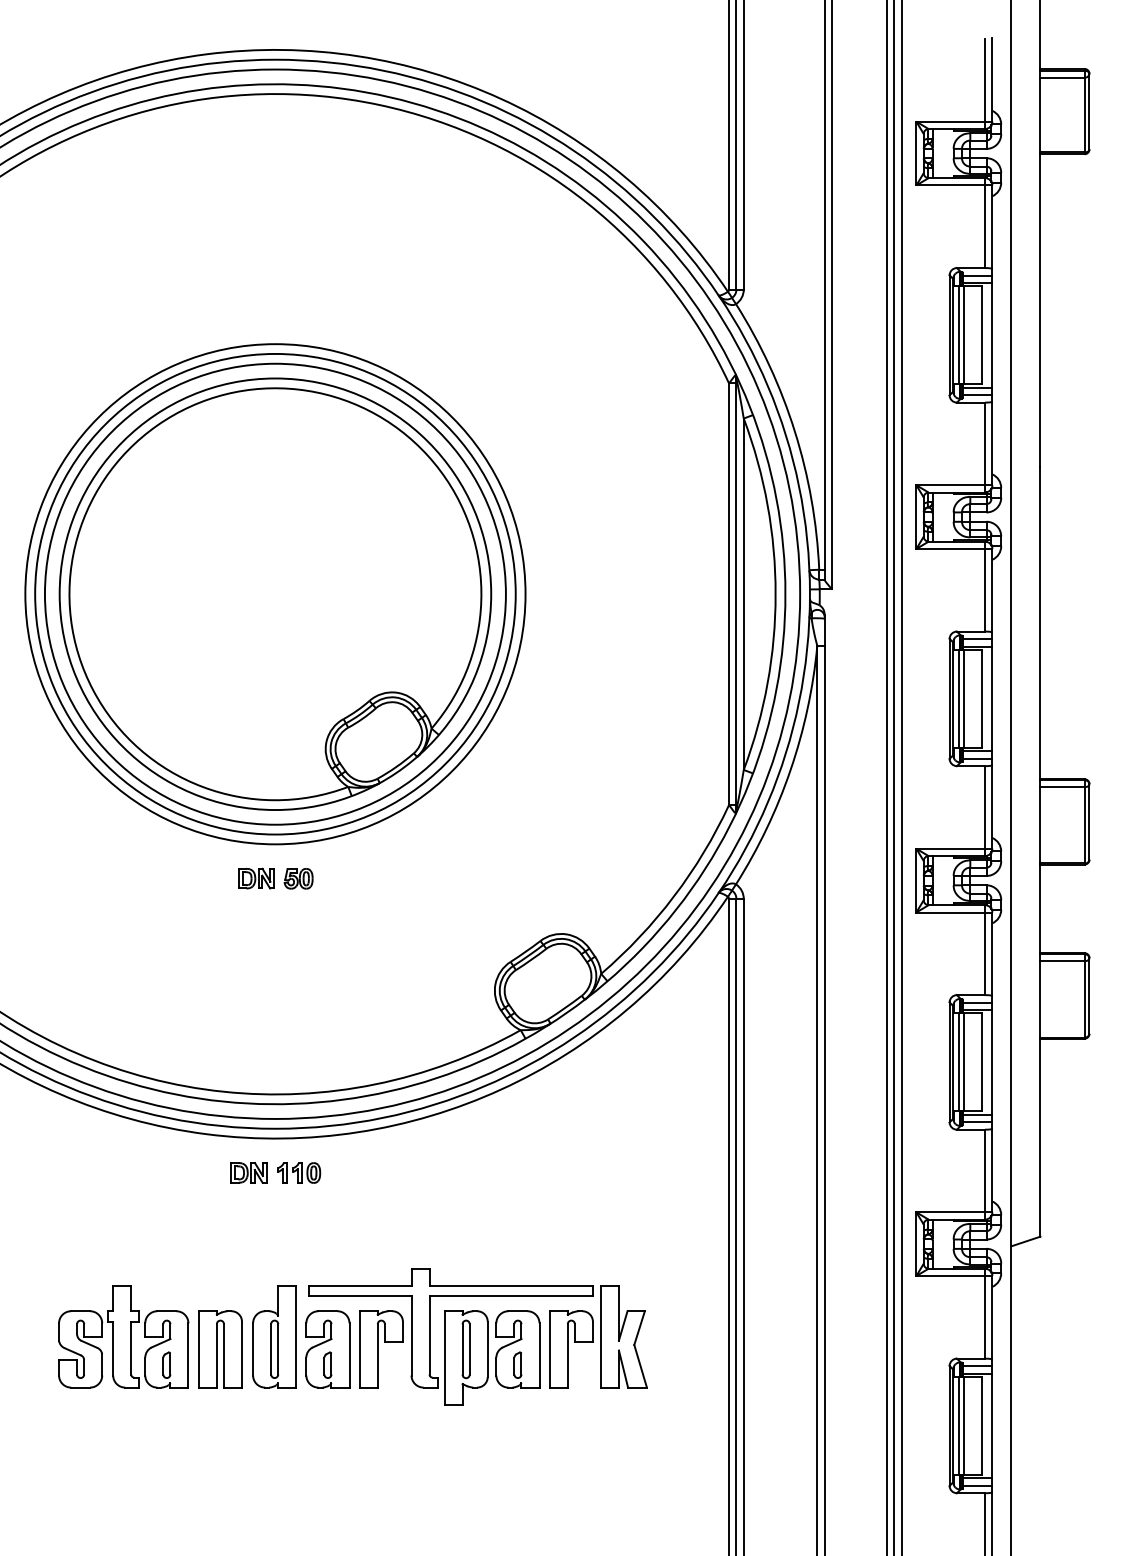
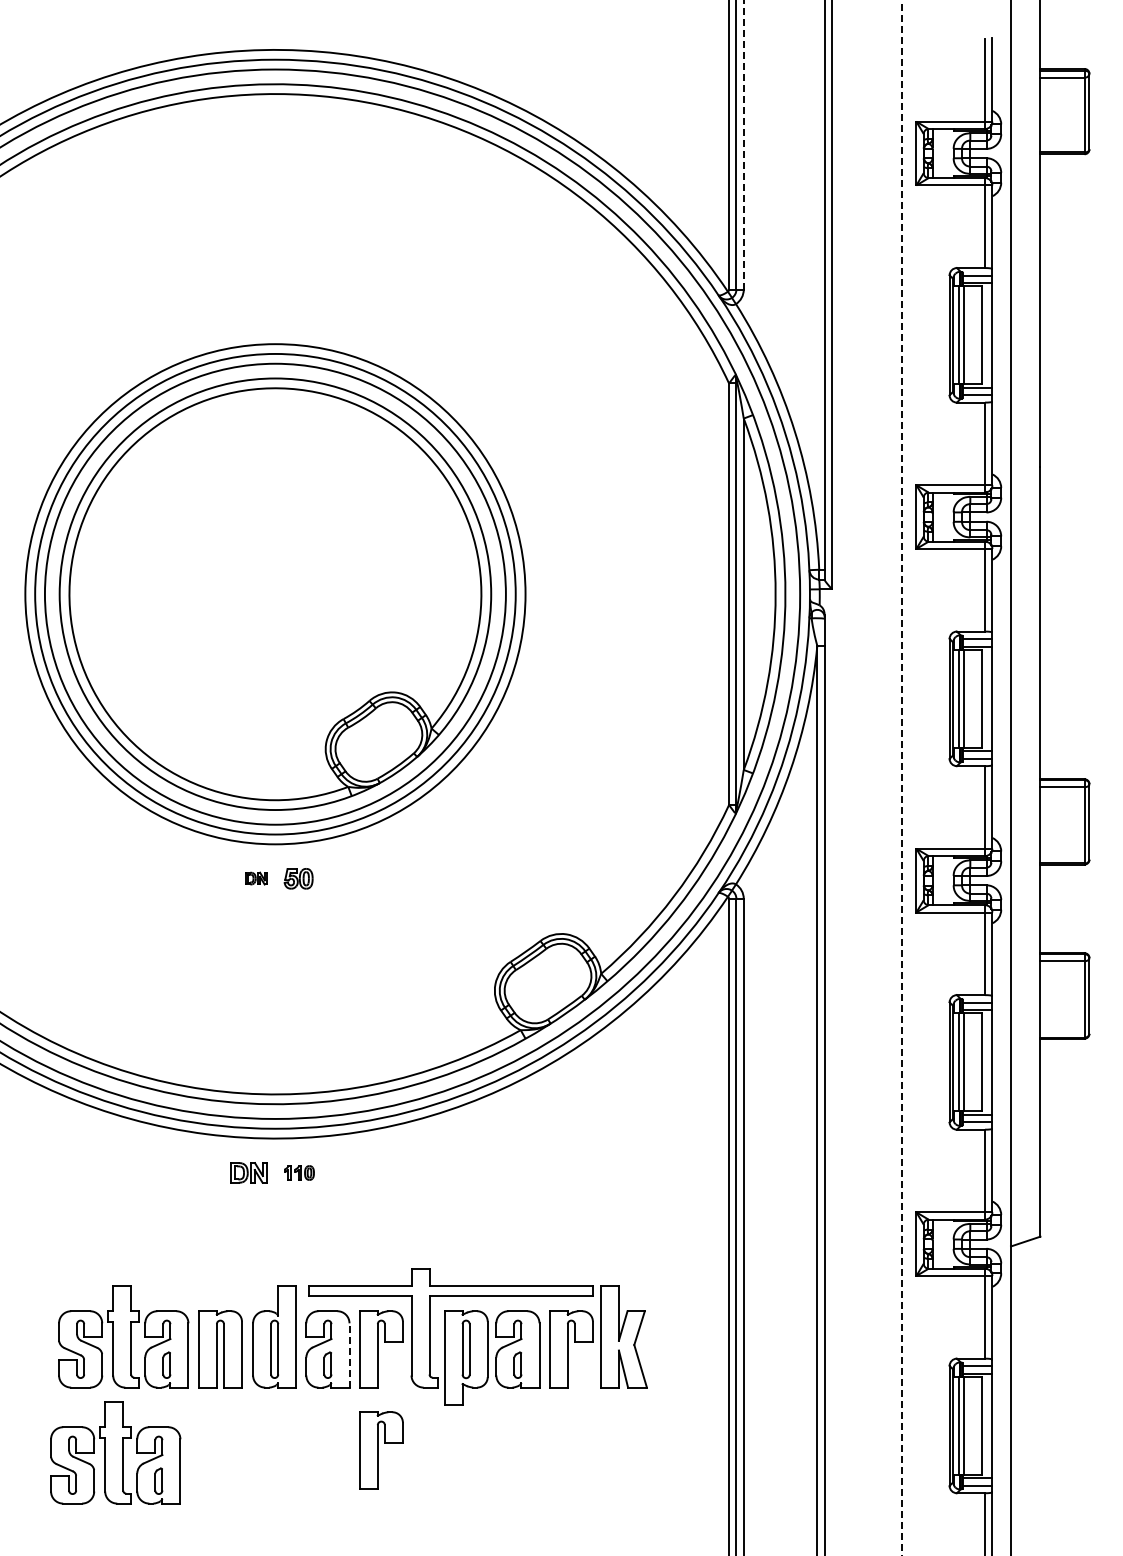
line at (743, 144): solid -> dashed
line at (886, 777): present -> none
line at (894, 777): present -> none
line at (901, 778): solid -> dashed
part at (256, 878) size: 37x23 px -> 23x15 px
part at (299, 1172) size: 45x22 px -> 31x16 px
line at (349, 1354): solid -> dashed
part at (381, 1450): none -> present
part at (115, 1452): none -> present
